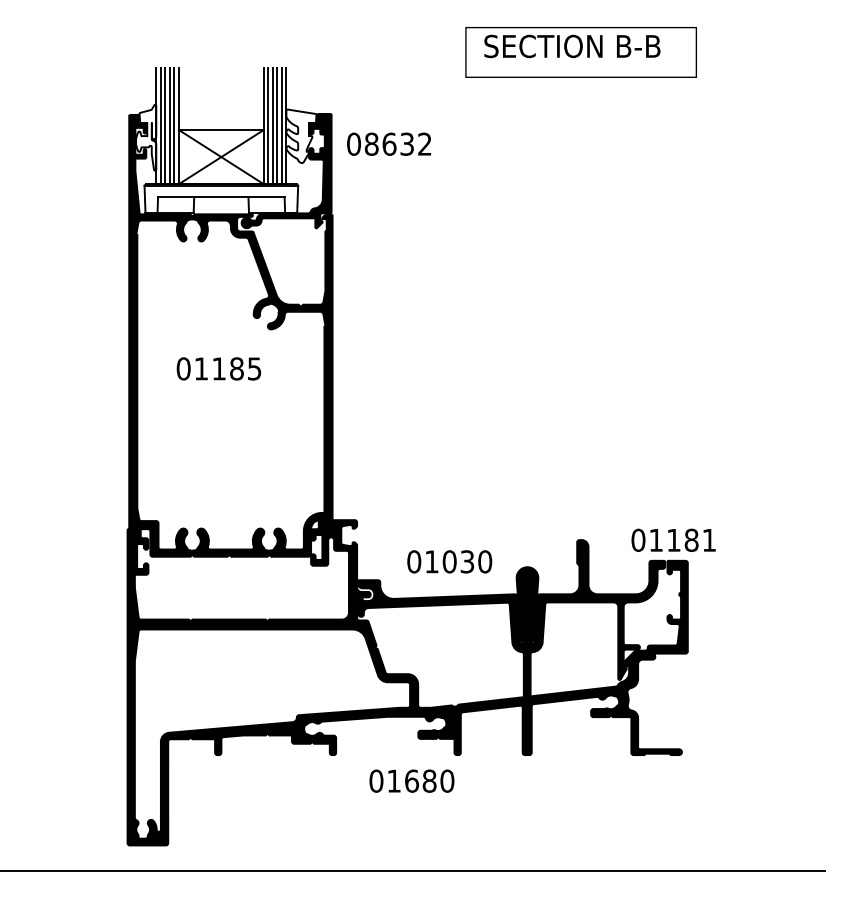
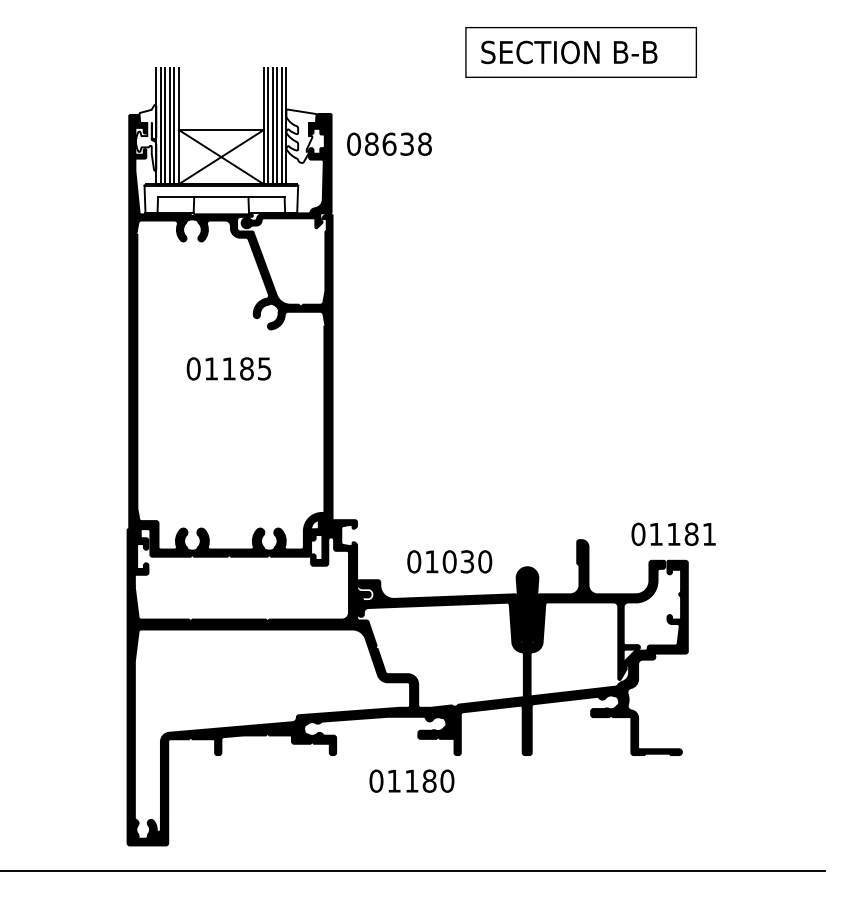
text at (572, 46) position: (572, 46) -> (569, 52)
text at (424, 143): 08632 -> 08638
text at (218, 368) position: (218, 368) -> (228, 368)
text at (673, 539) position: (673, 539) -> (673, 533)
text at (411, 780): 01680 -> 01180
